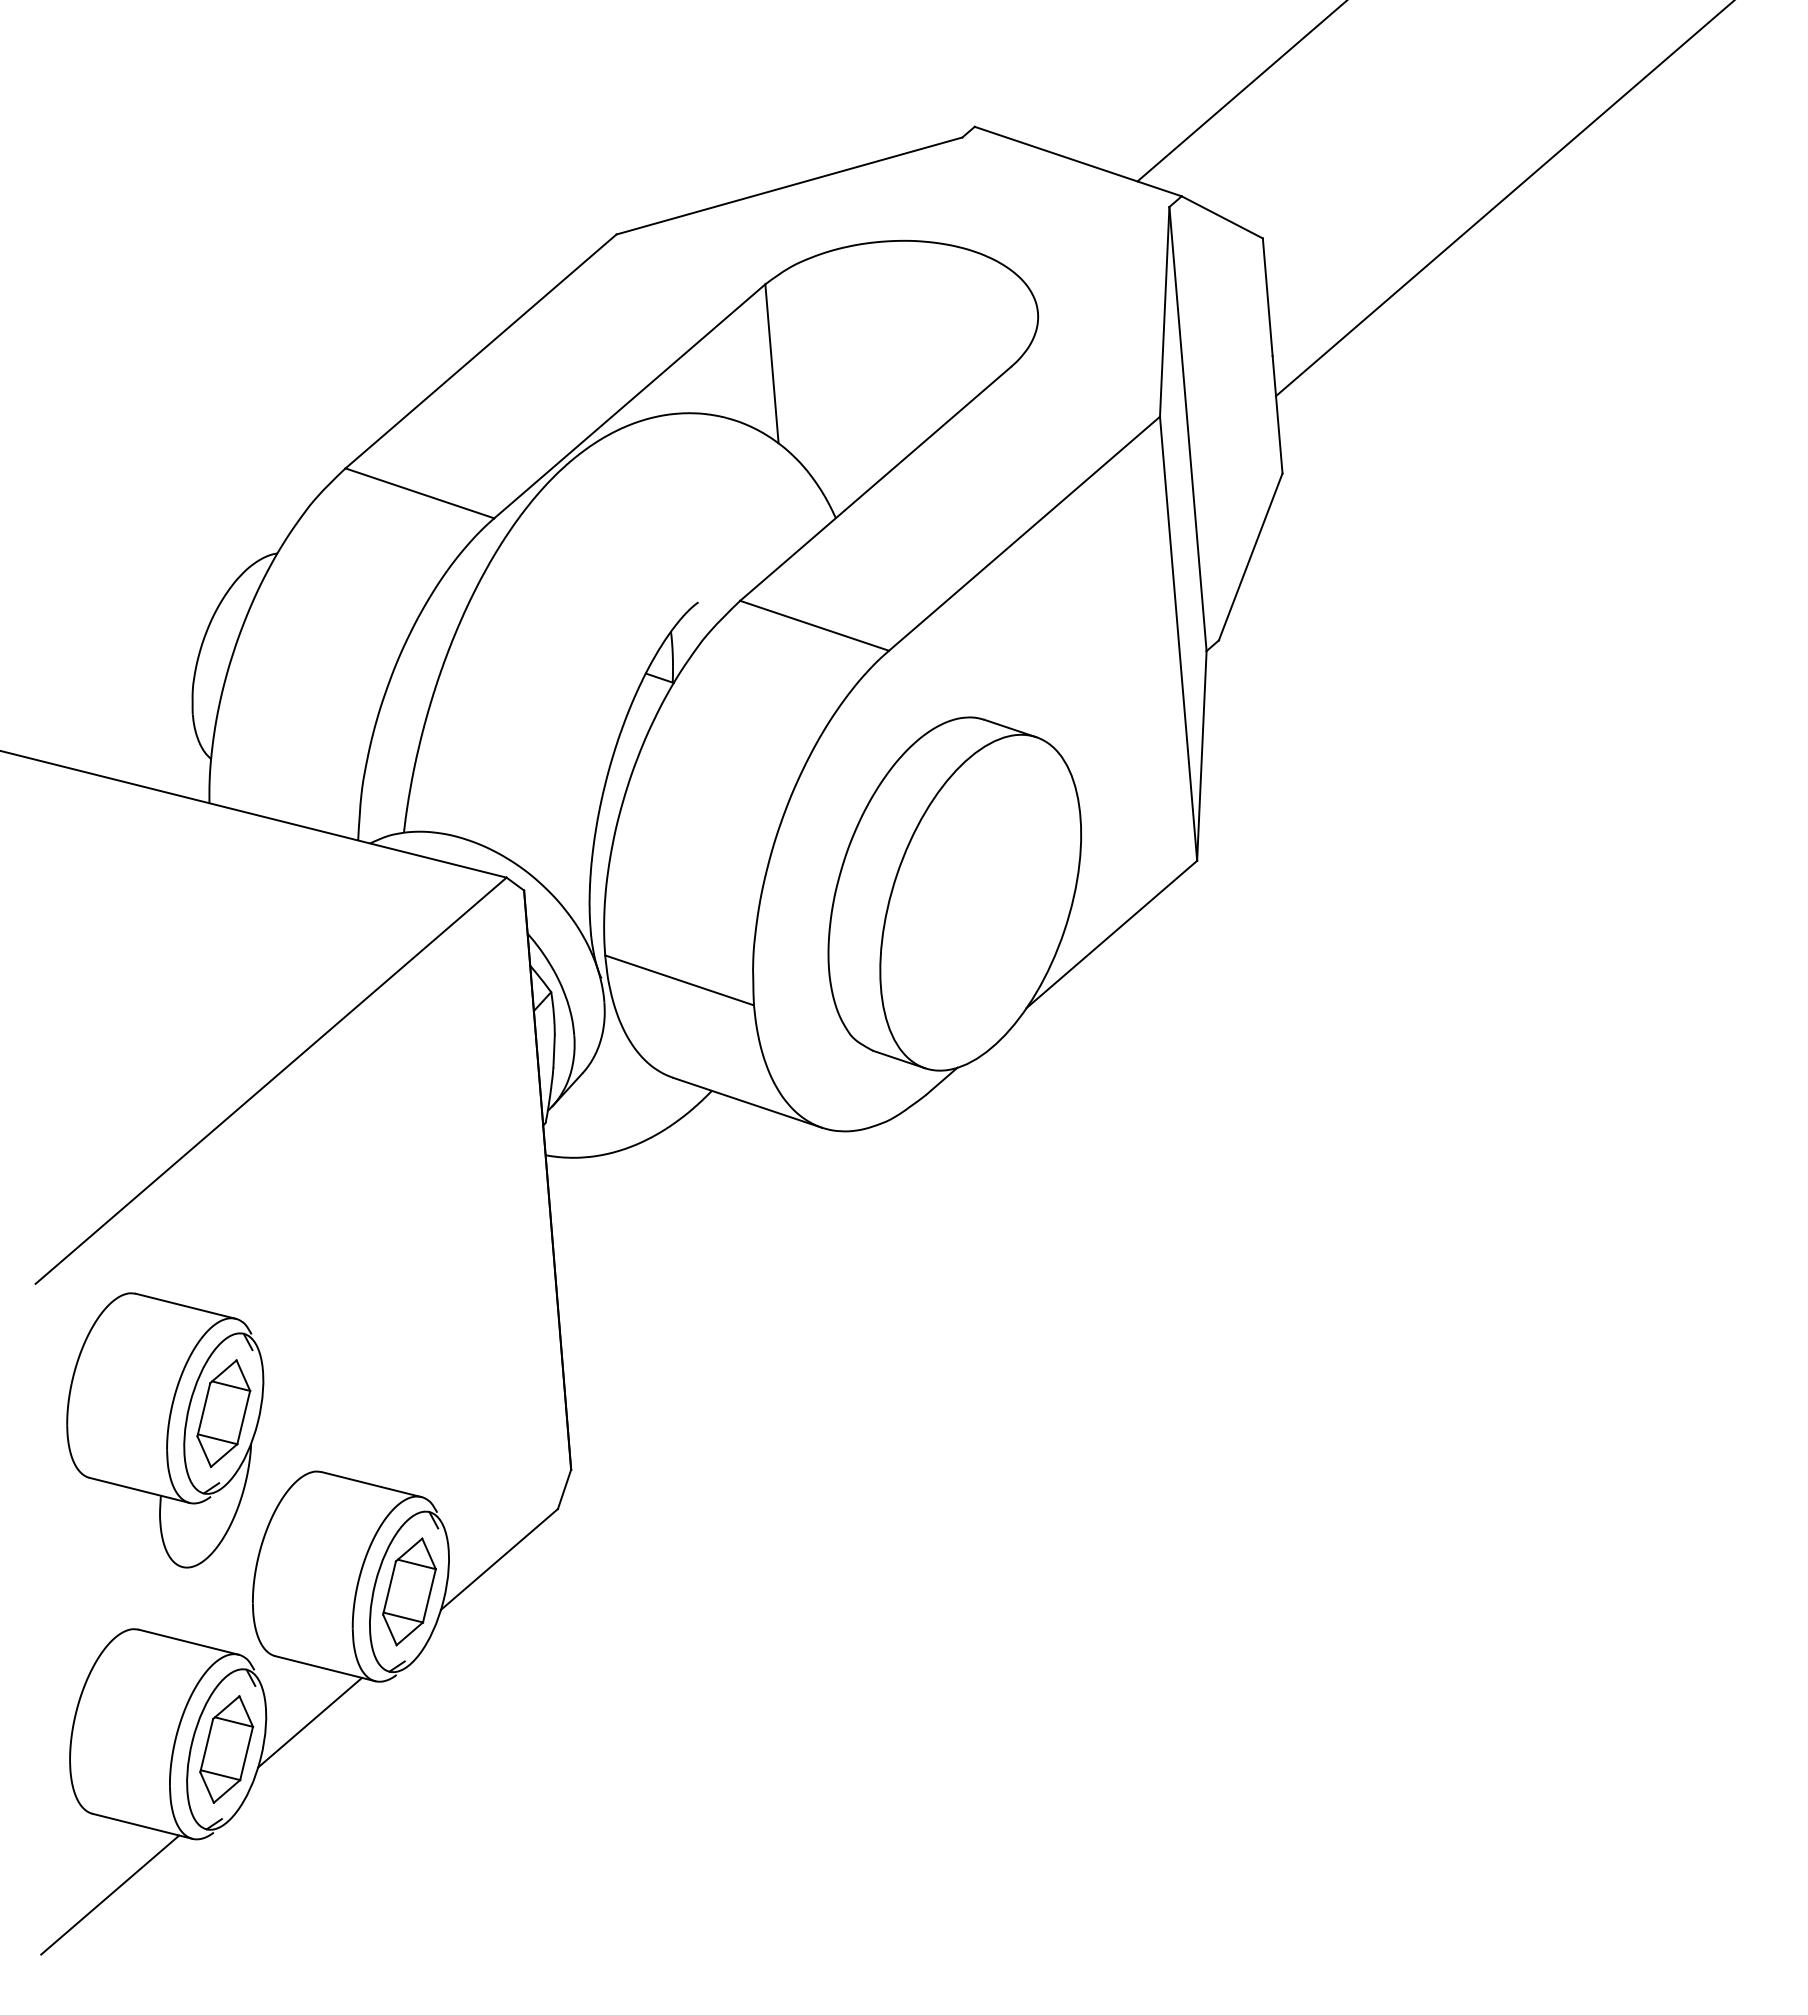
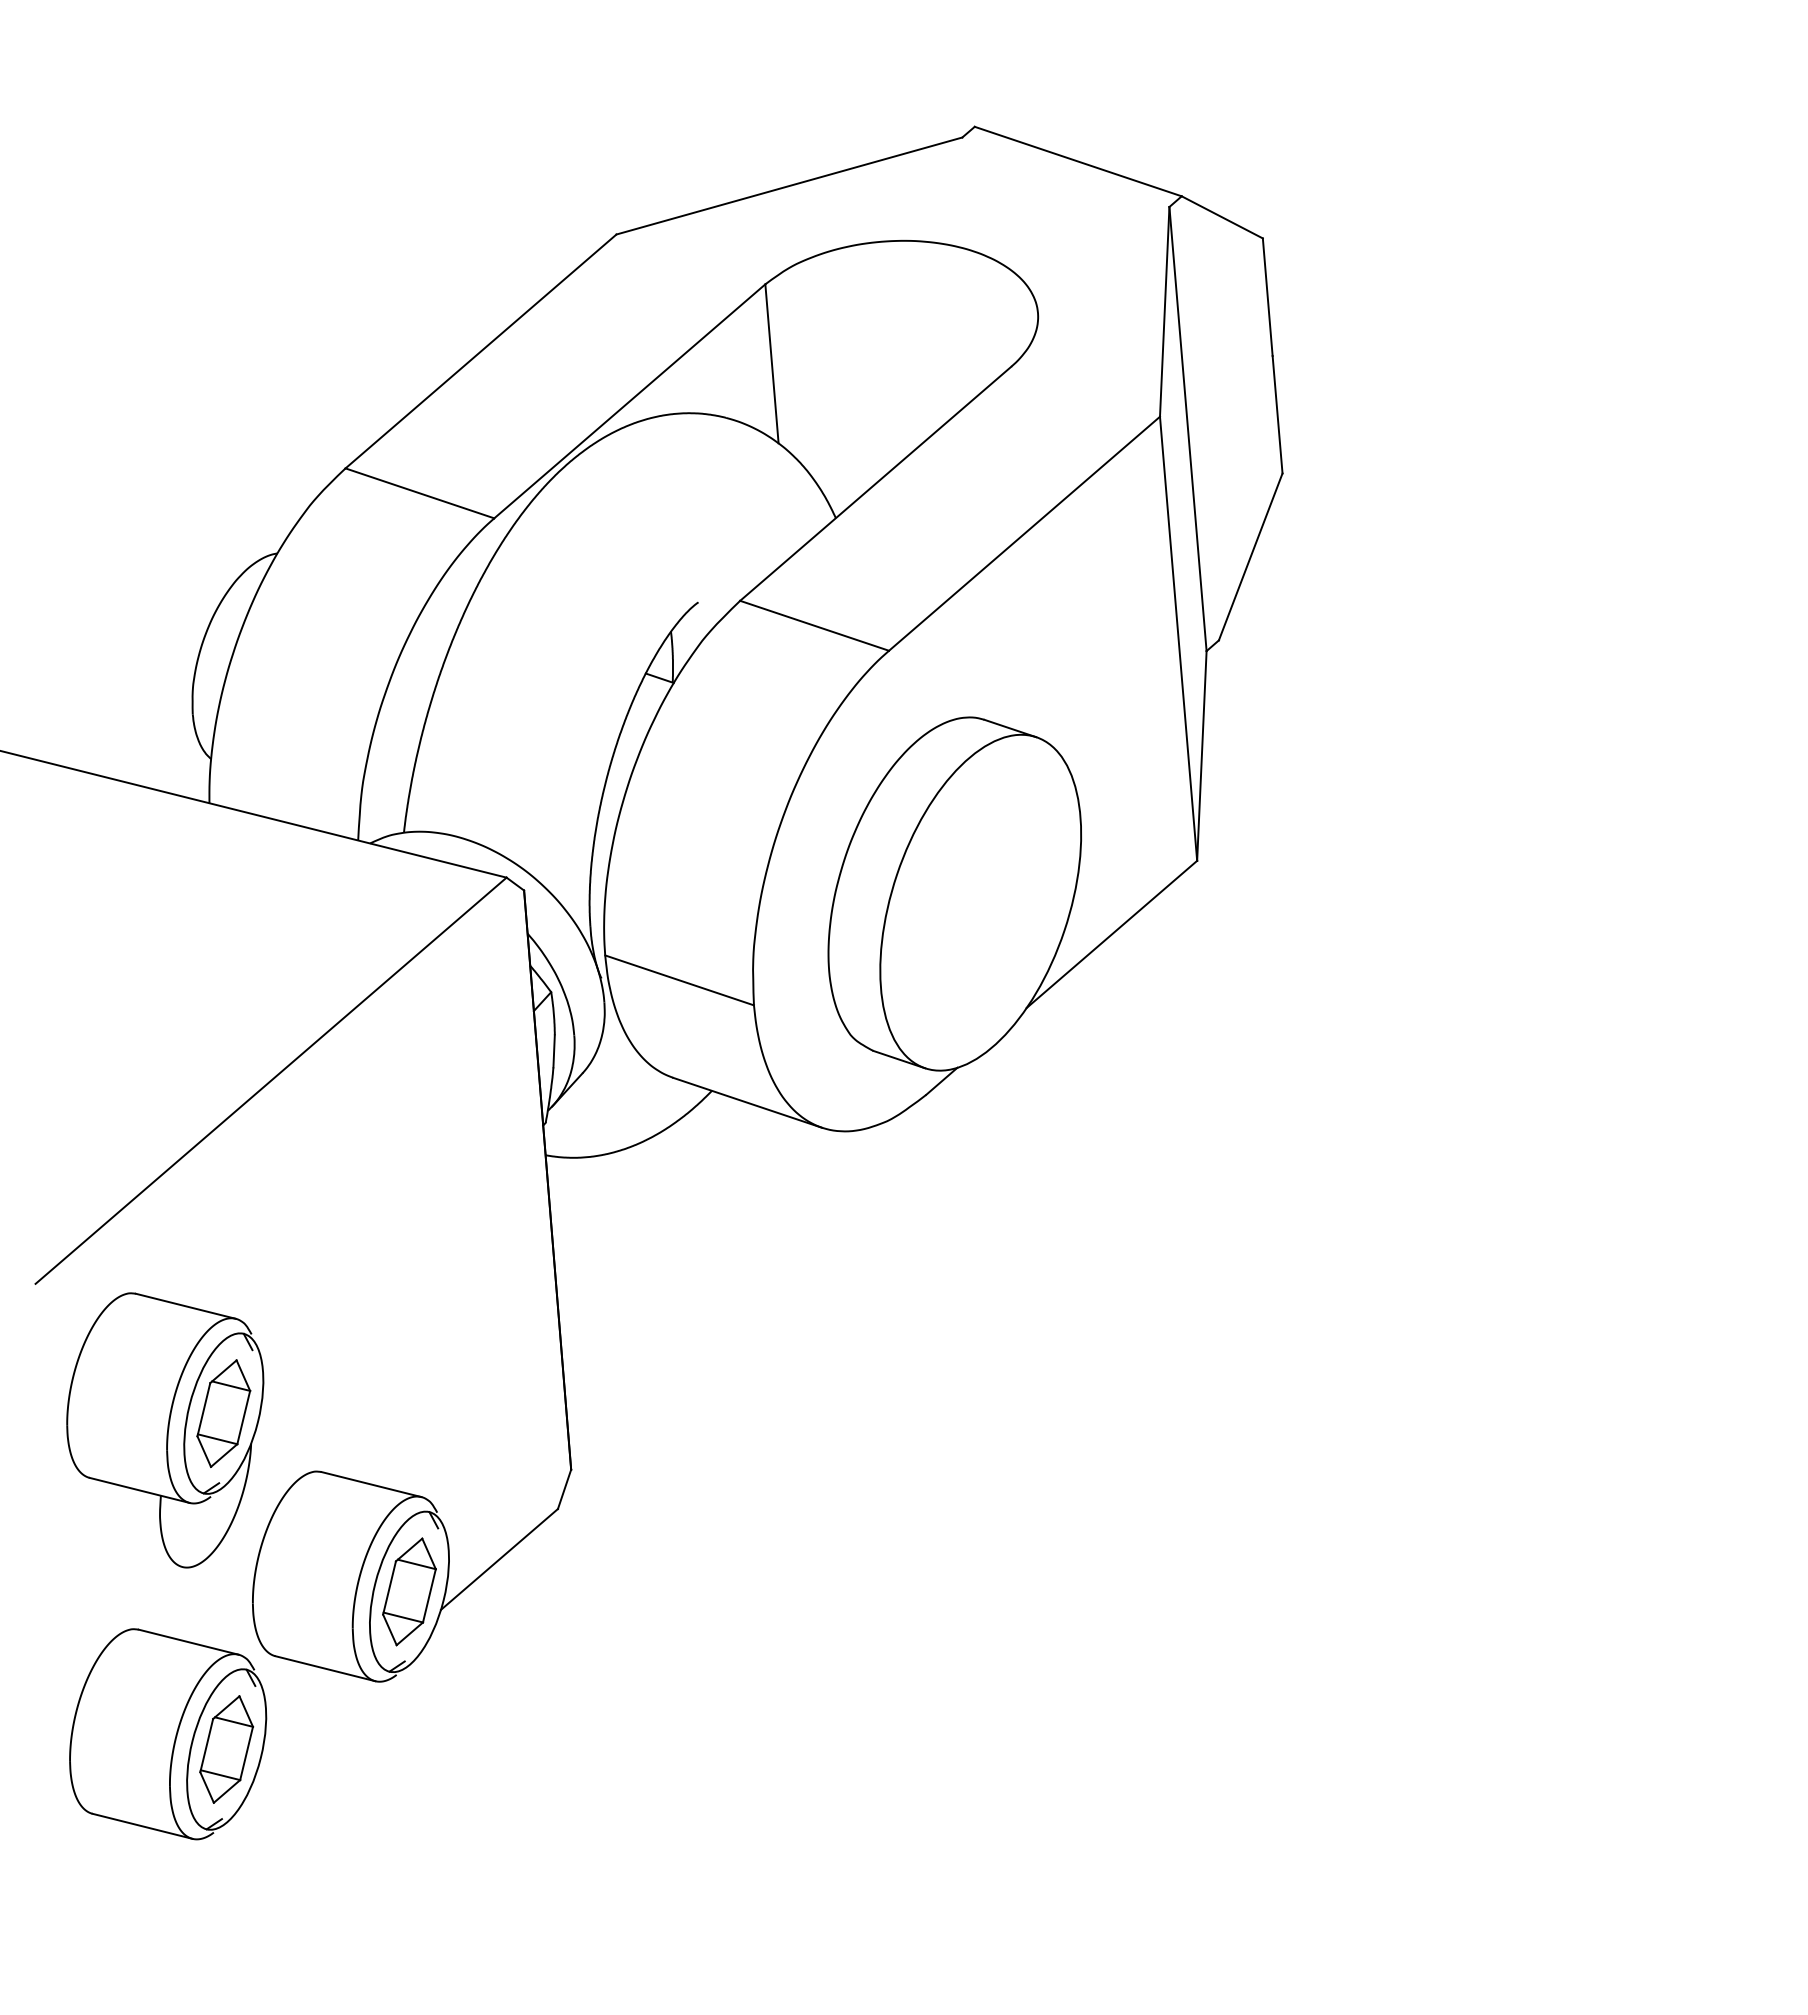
line at (1240, 91): present -> none
line at (1503, 199): present -> none
line at (310, 1722): present -> none
line at (110, 1894): present -> none
